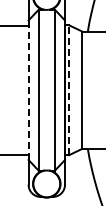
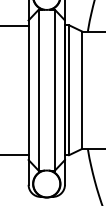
line at (28, 90): dashed -> solid
line at (69, 90): dashed -> solid
